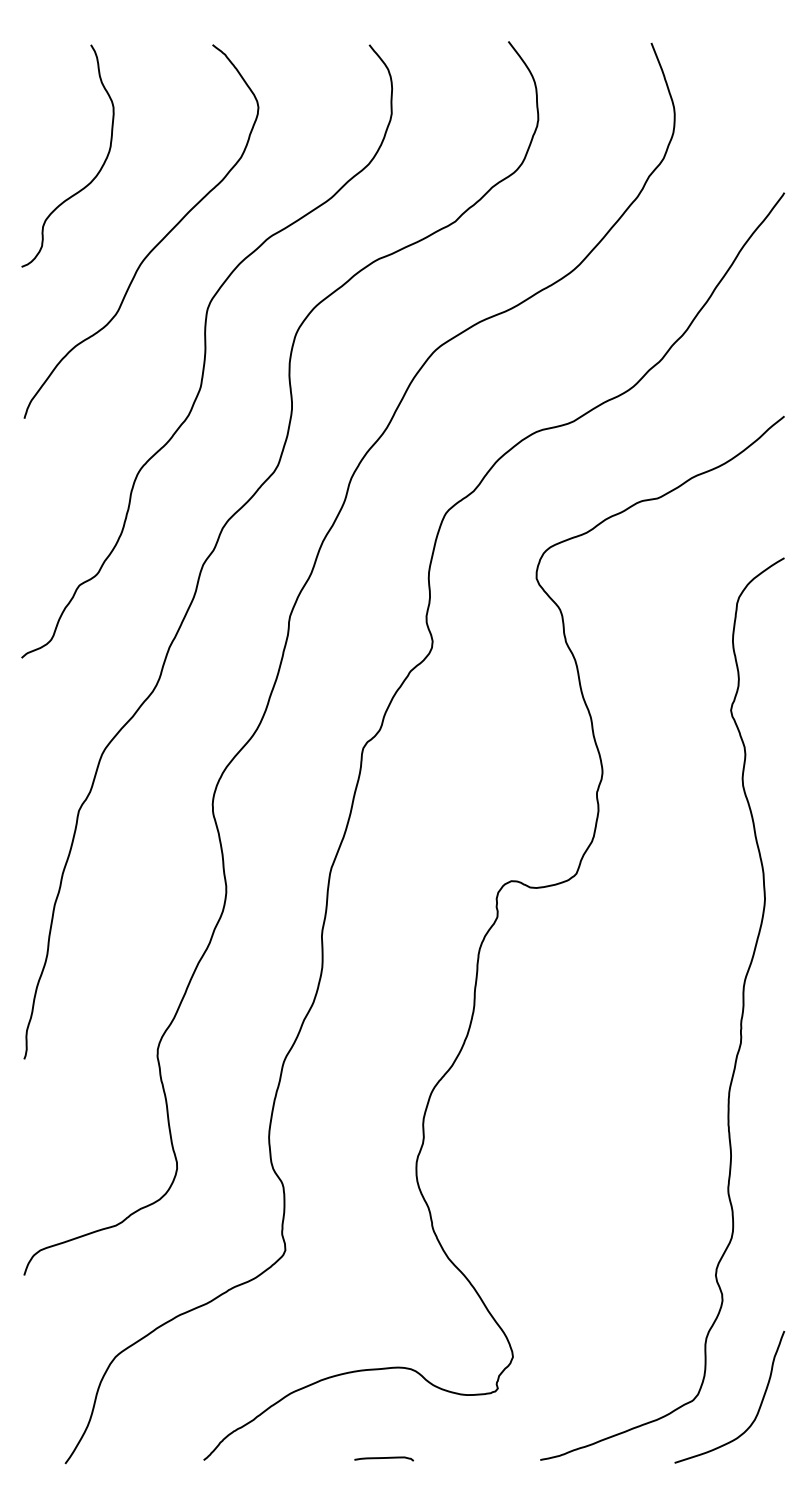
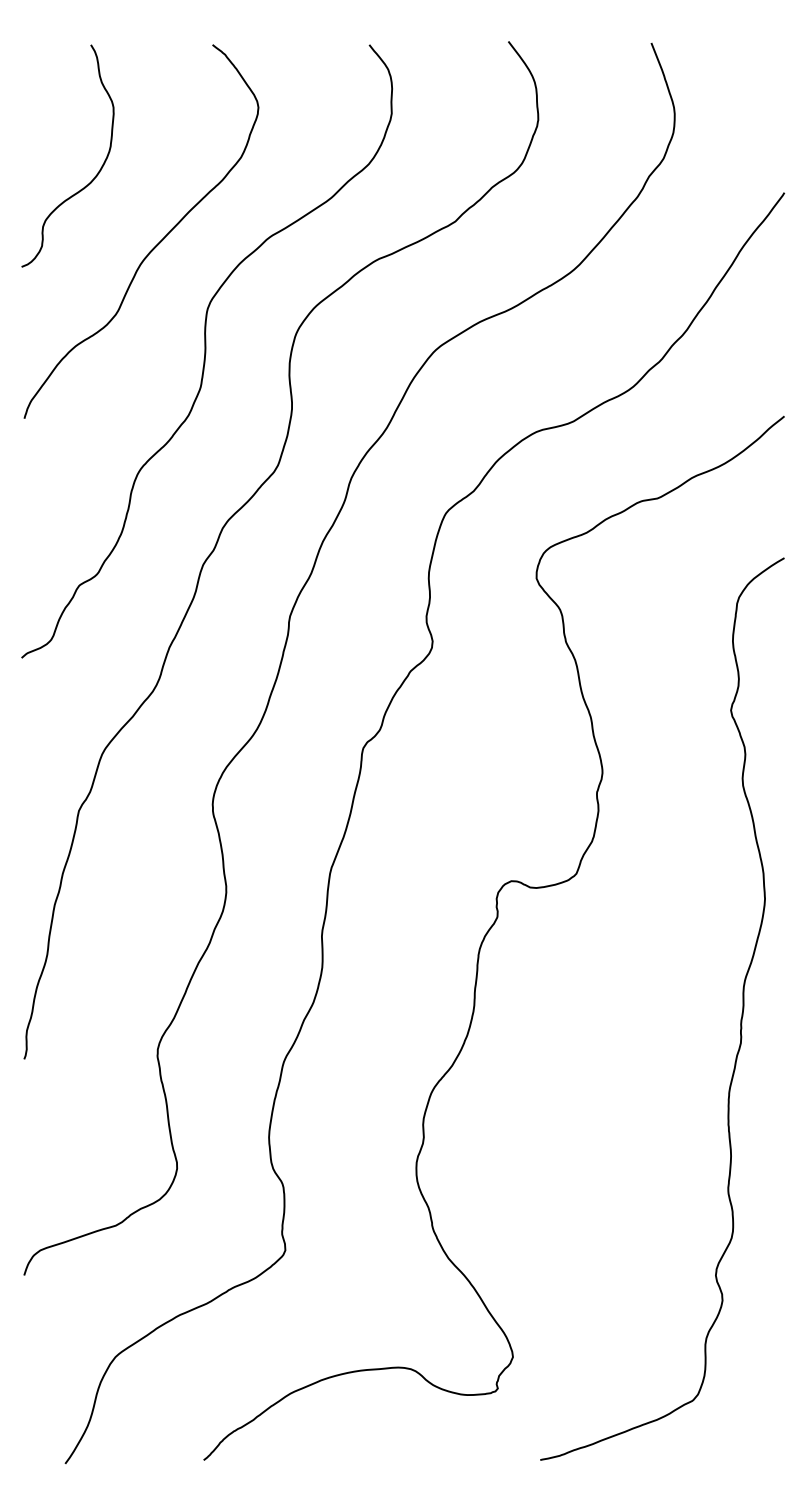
curve at (759, 1405): present -> none
curve at (384, 1458): present -> none
